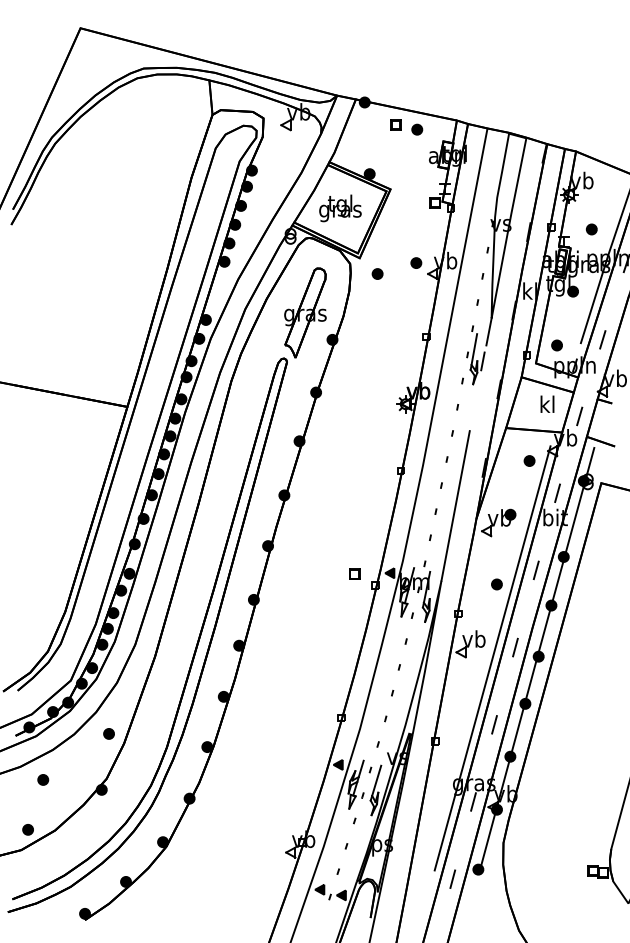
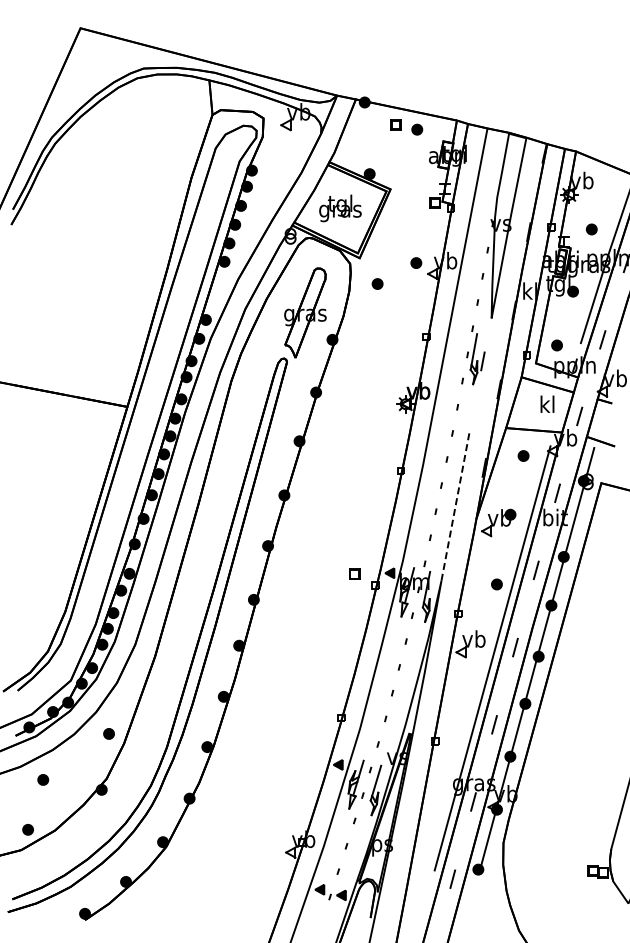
part at (377, 273) position: (377, 273) -> (377, 283)
line at (488, 331): present -> none
part at (529, 460) position: (529, 460) -> (523, 455)
line at (455, 505): solid -> dashed
